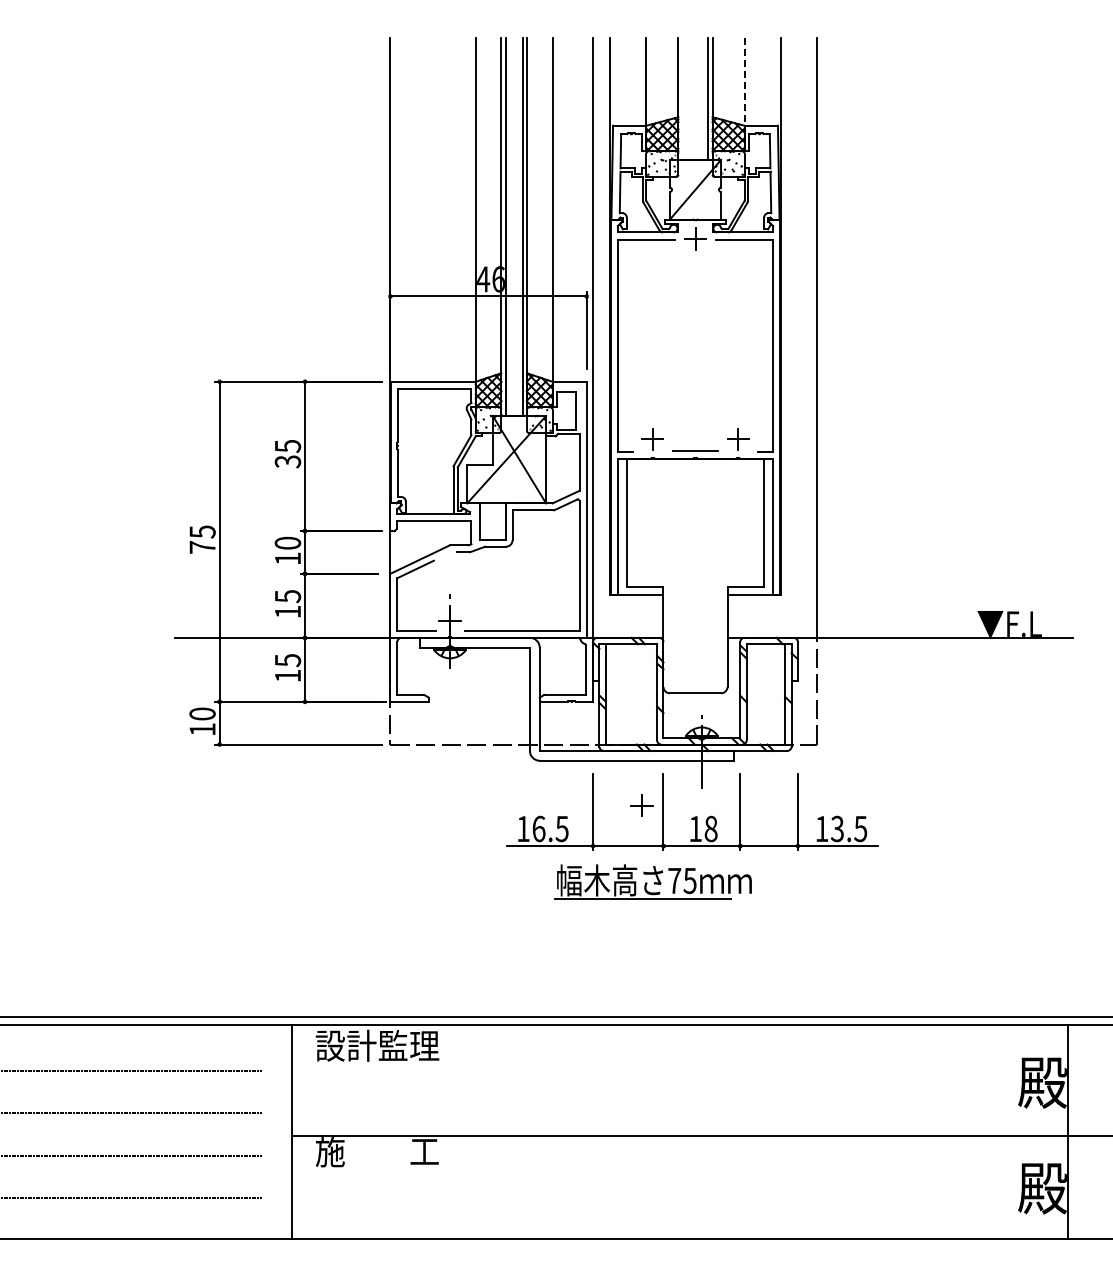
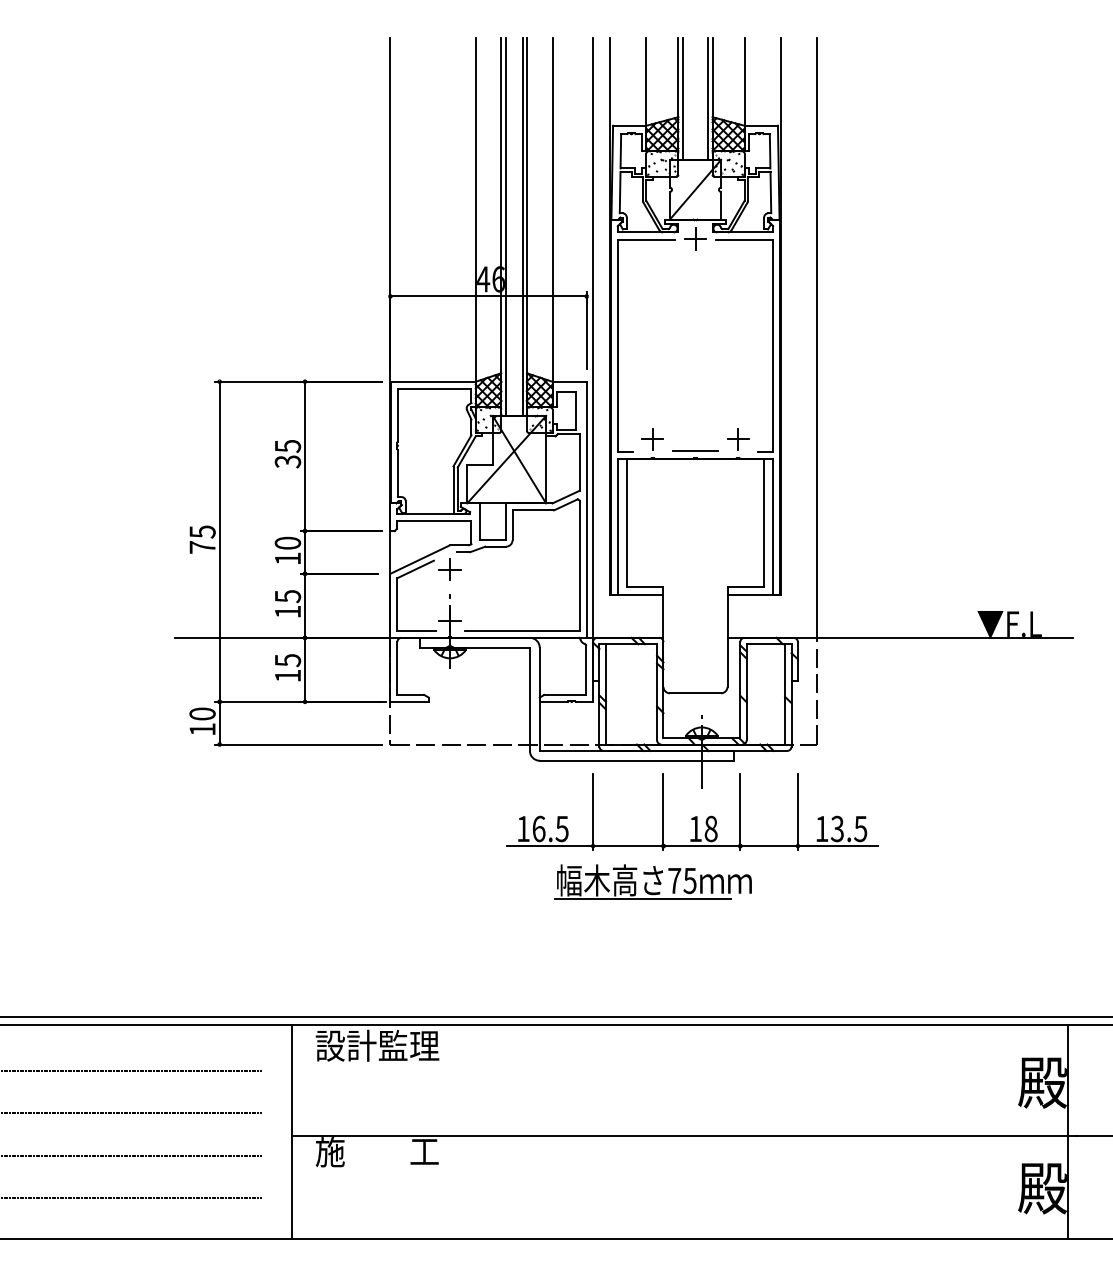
line at (744, 82): dashed -> solid
line at (682, 98): none -> present
part at (641, 805) position: (641, 805) -> (449, 569)
